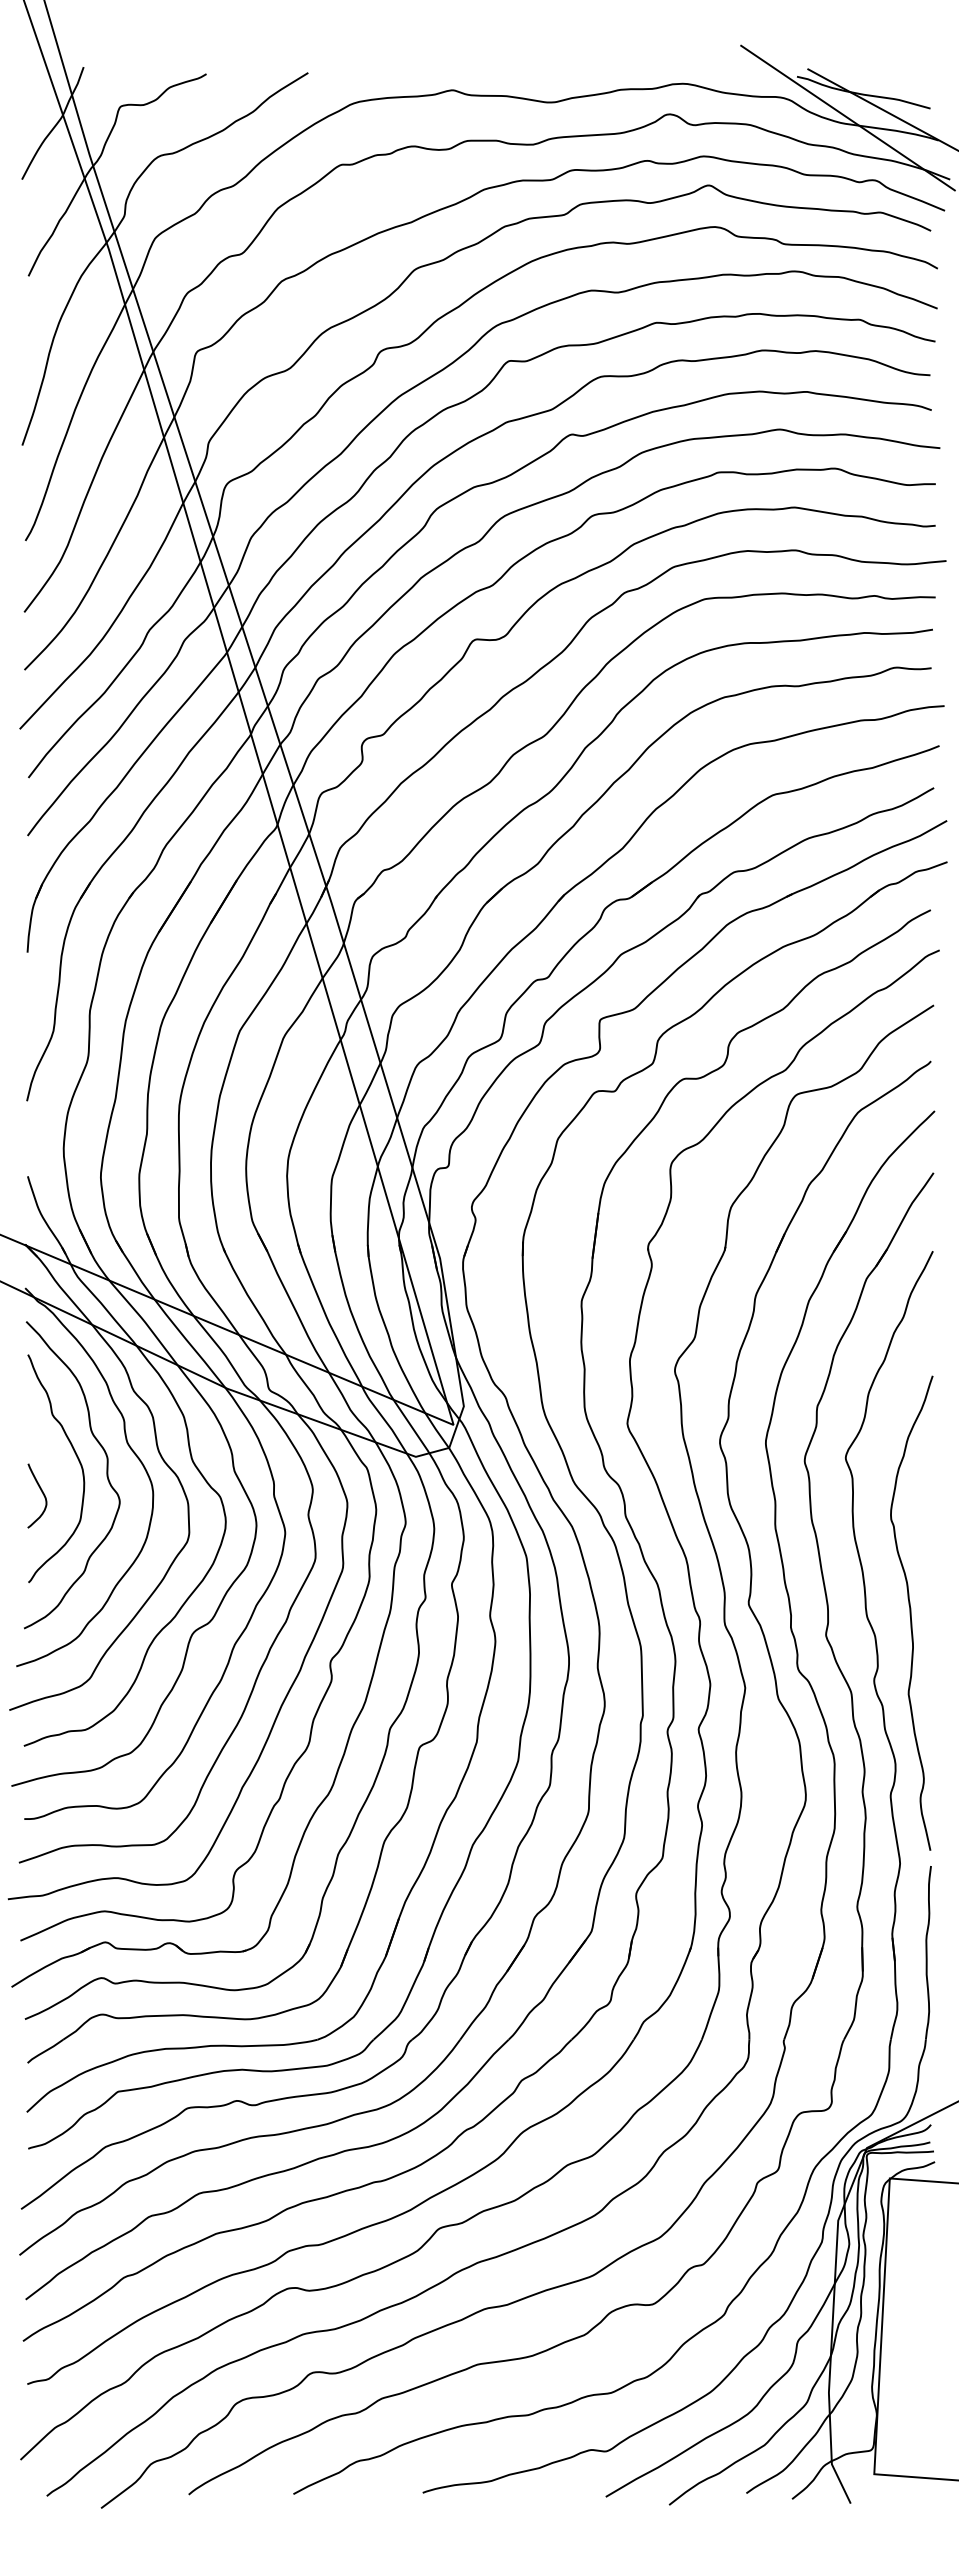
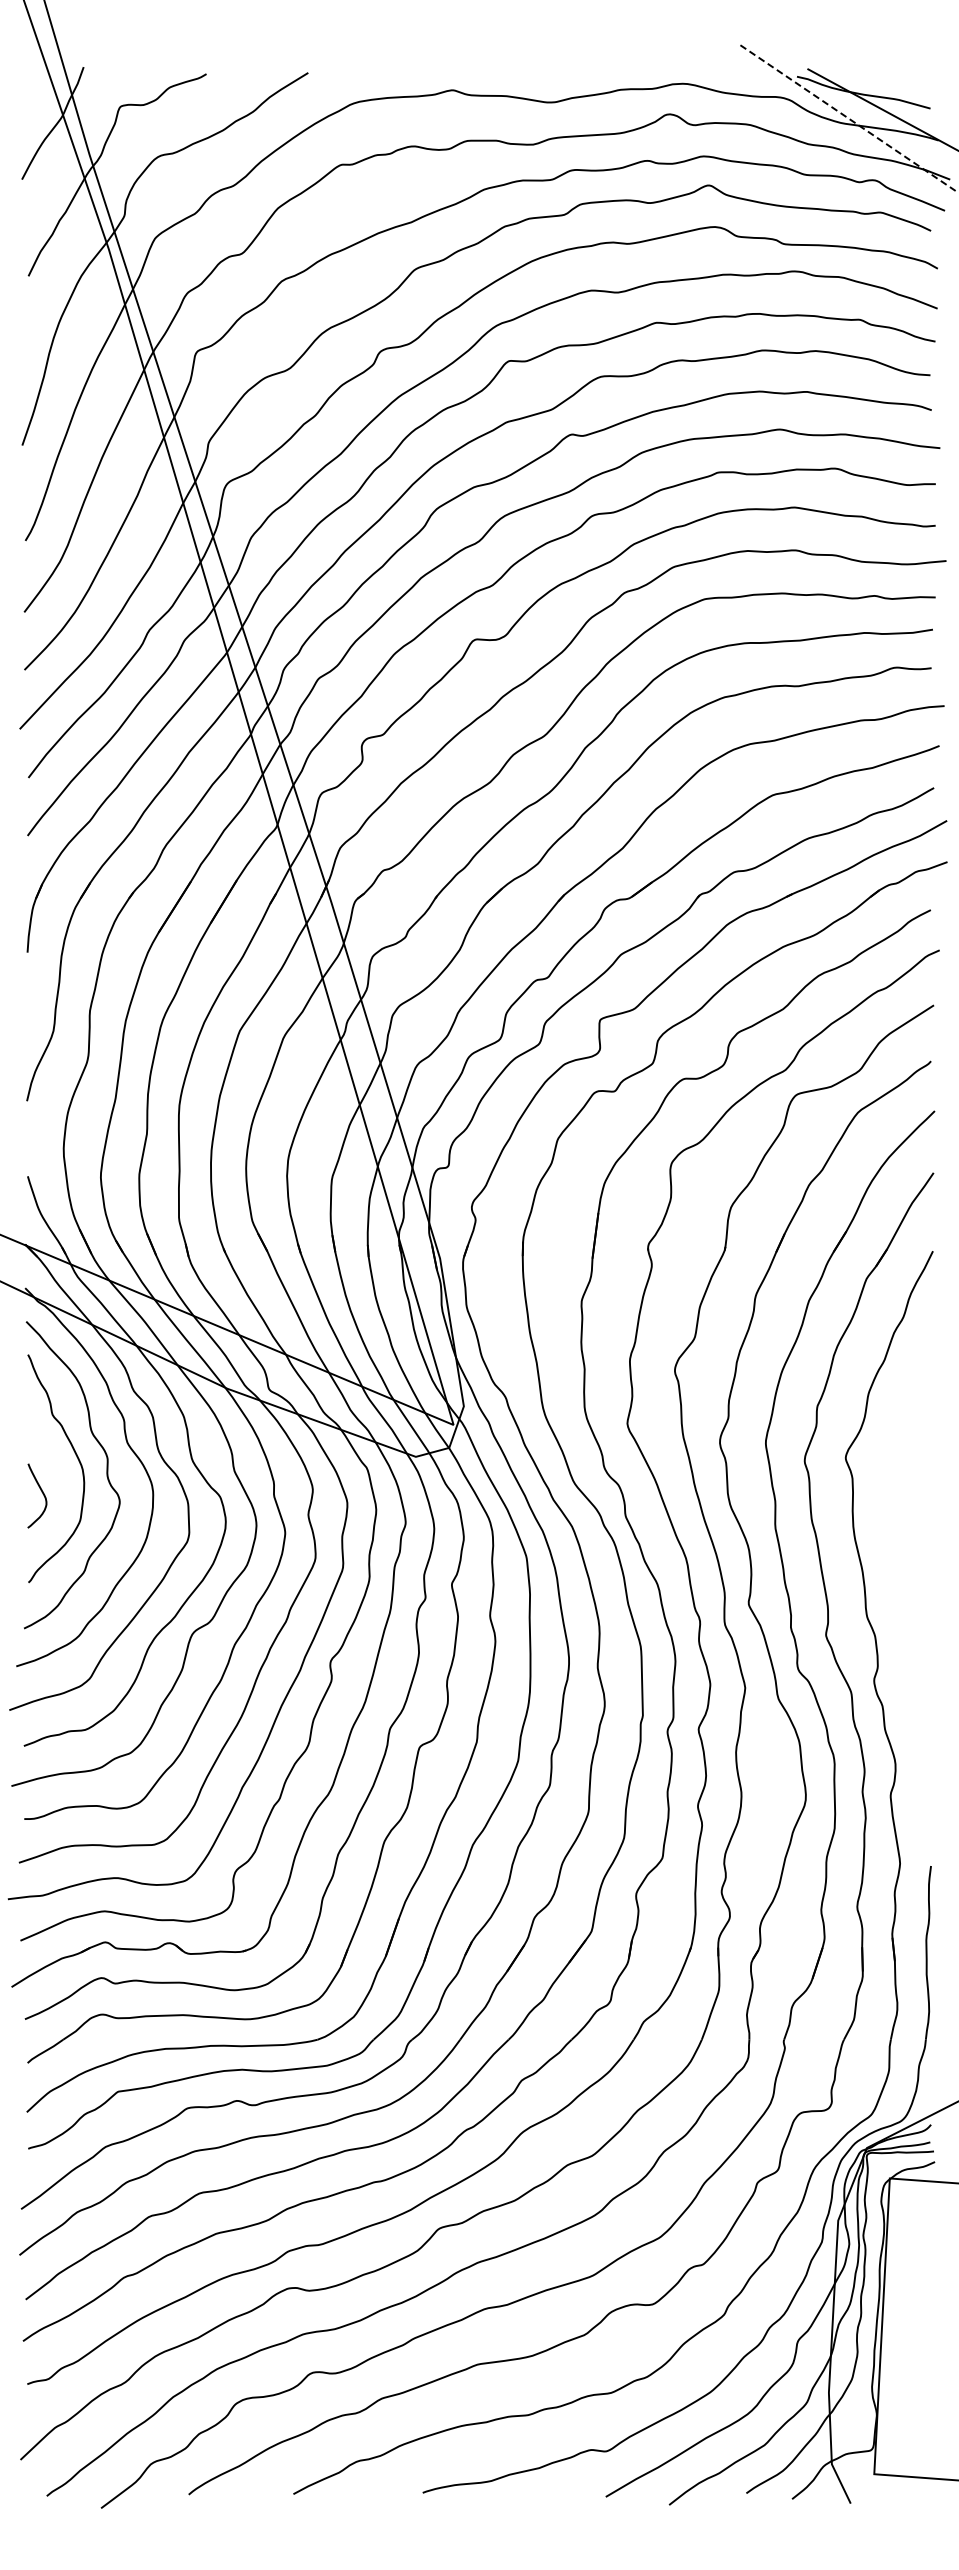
line at (848, 118): solid -> dashed
curve at (911, 1612): present -> none
